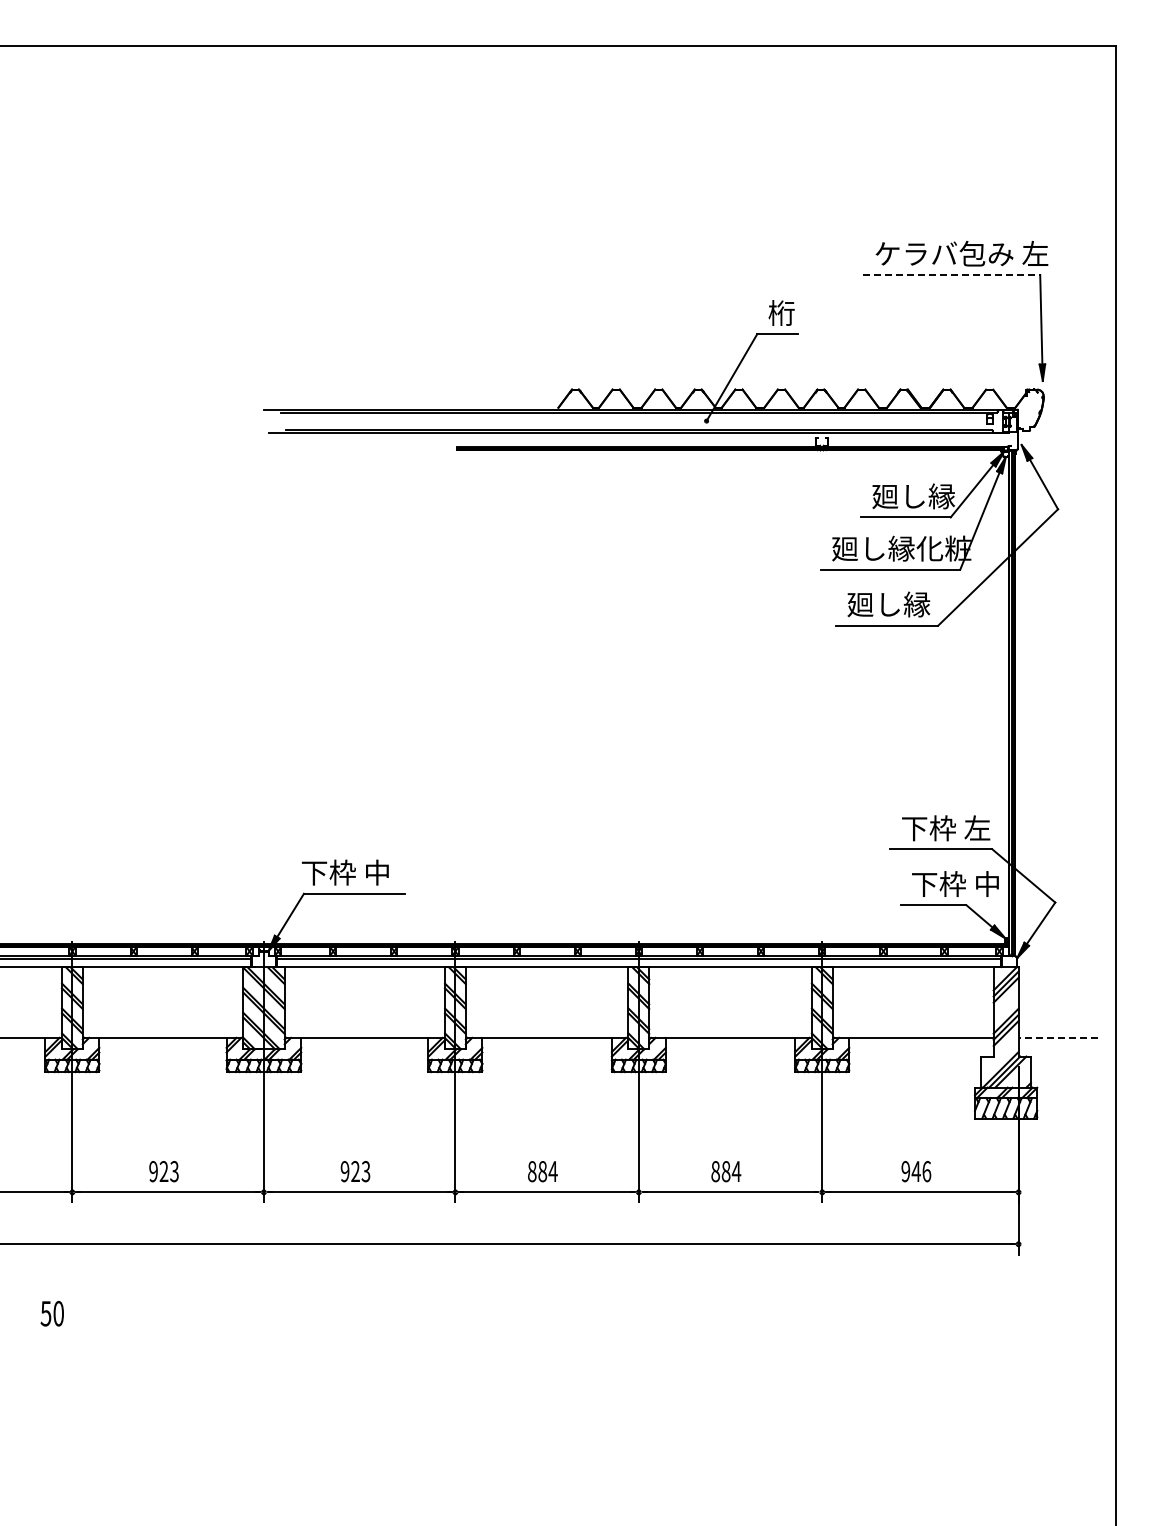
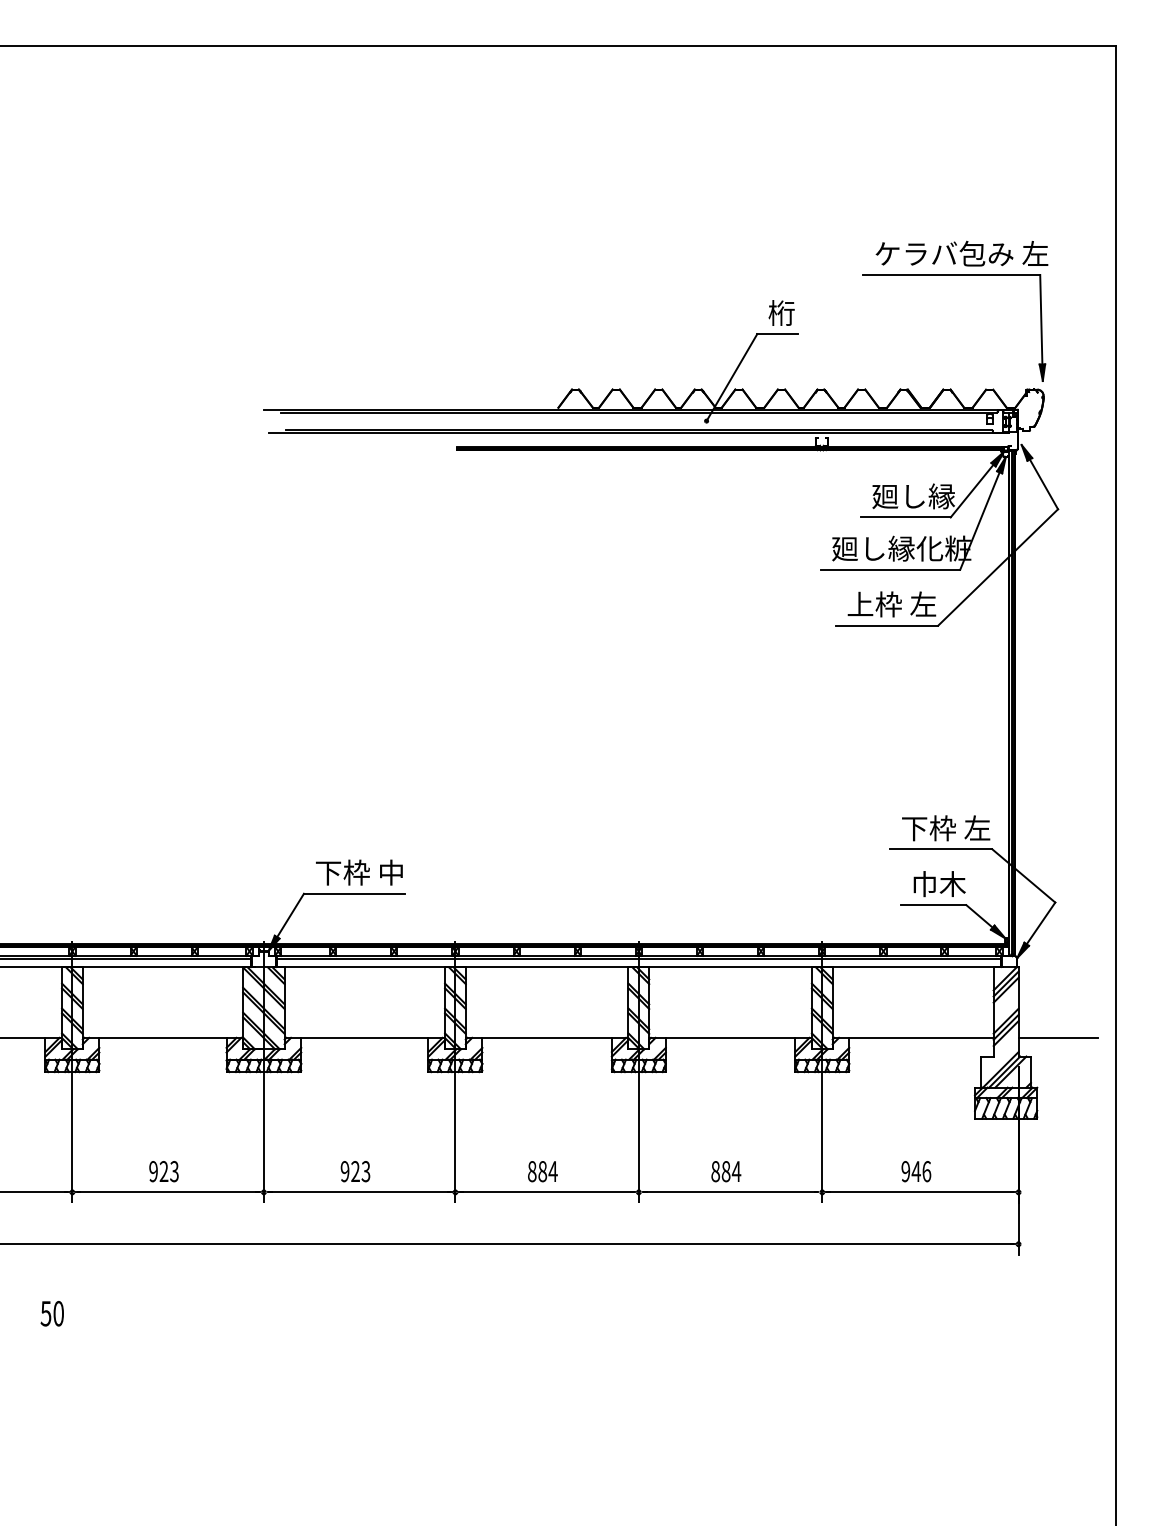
line at (951, 274): dashed -> solid
text at (891, 604): 廻し縁 -> 上枠 左
text at (345, 872) position: (345, 872) -> (359, 872)
text at (955, 884): 下枠 中 -> 巾木
line at (1058, 1037): dashed -> solid
